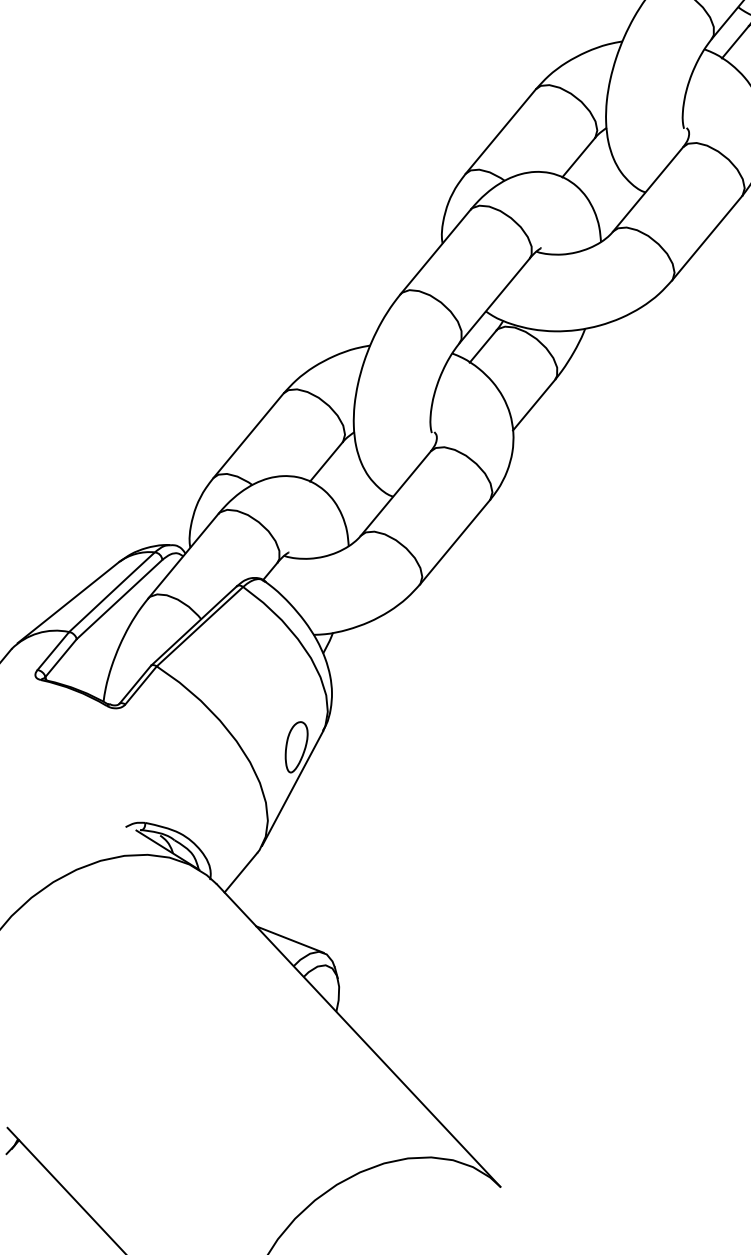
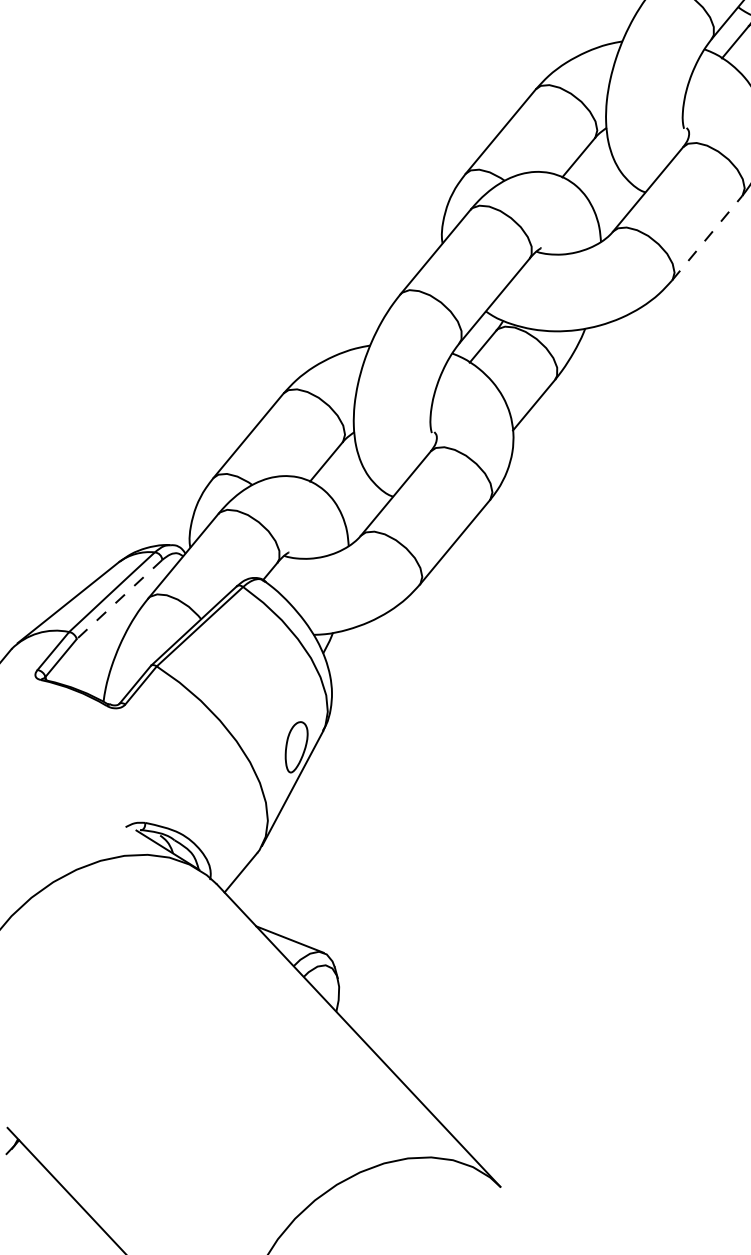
line at (707, 238): solid -> dashed
line at (119, 599): solid -> dashed
